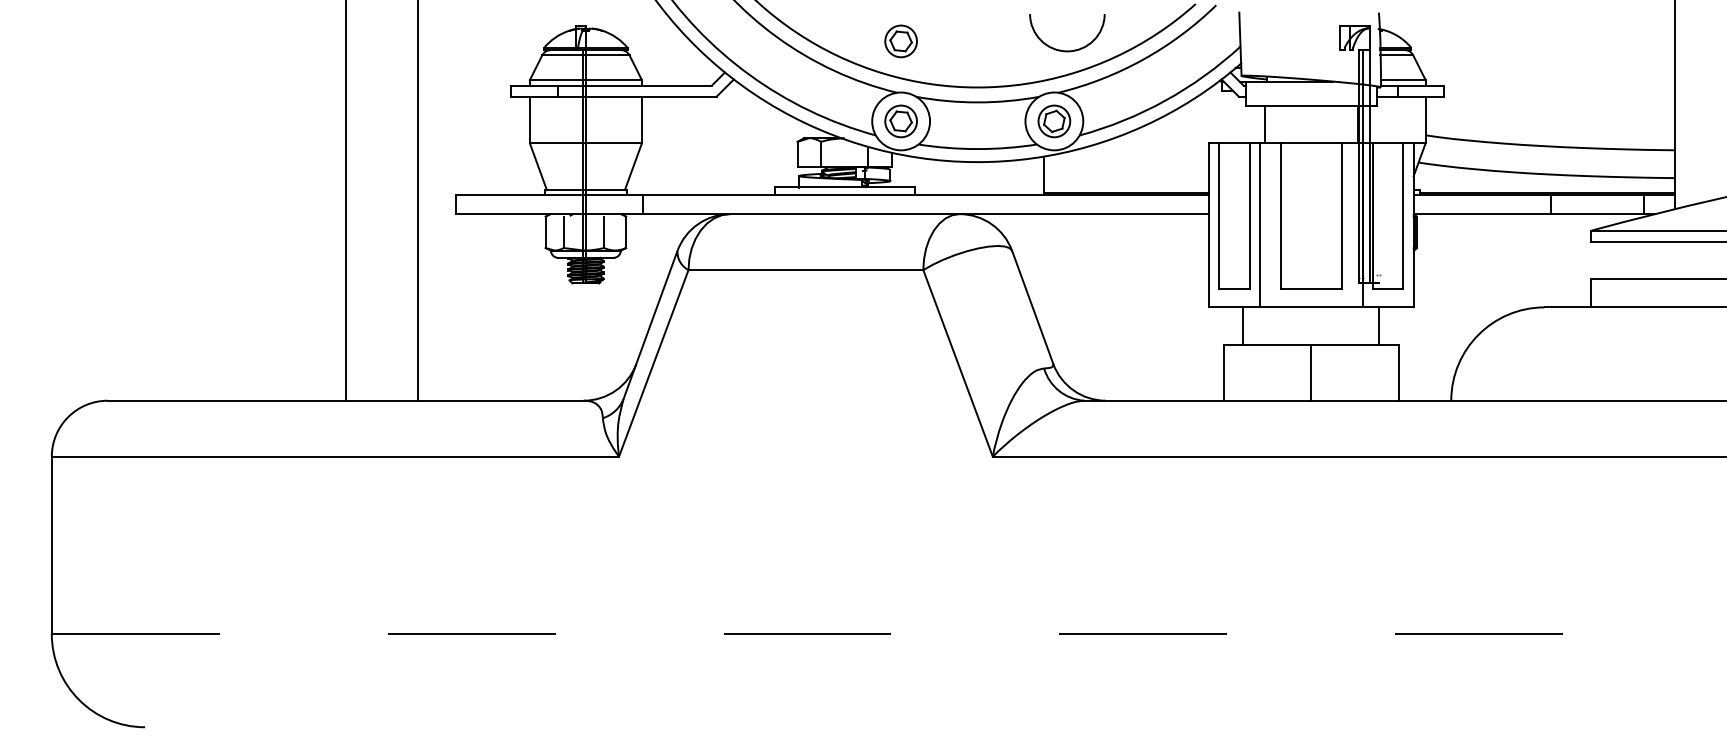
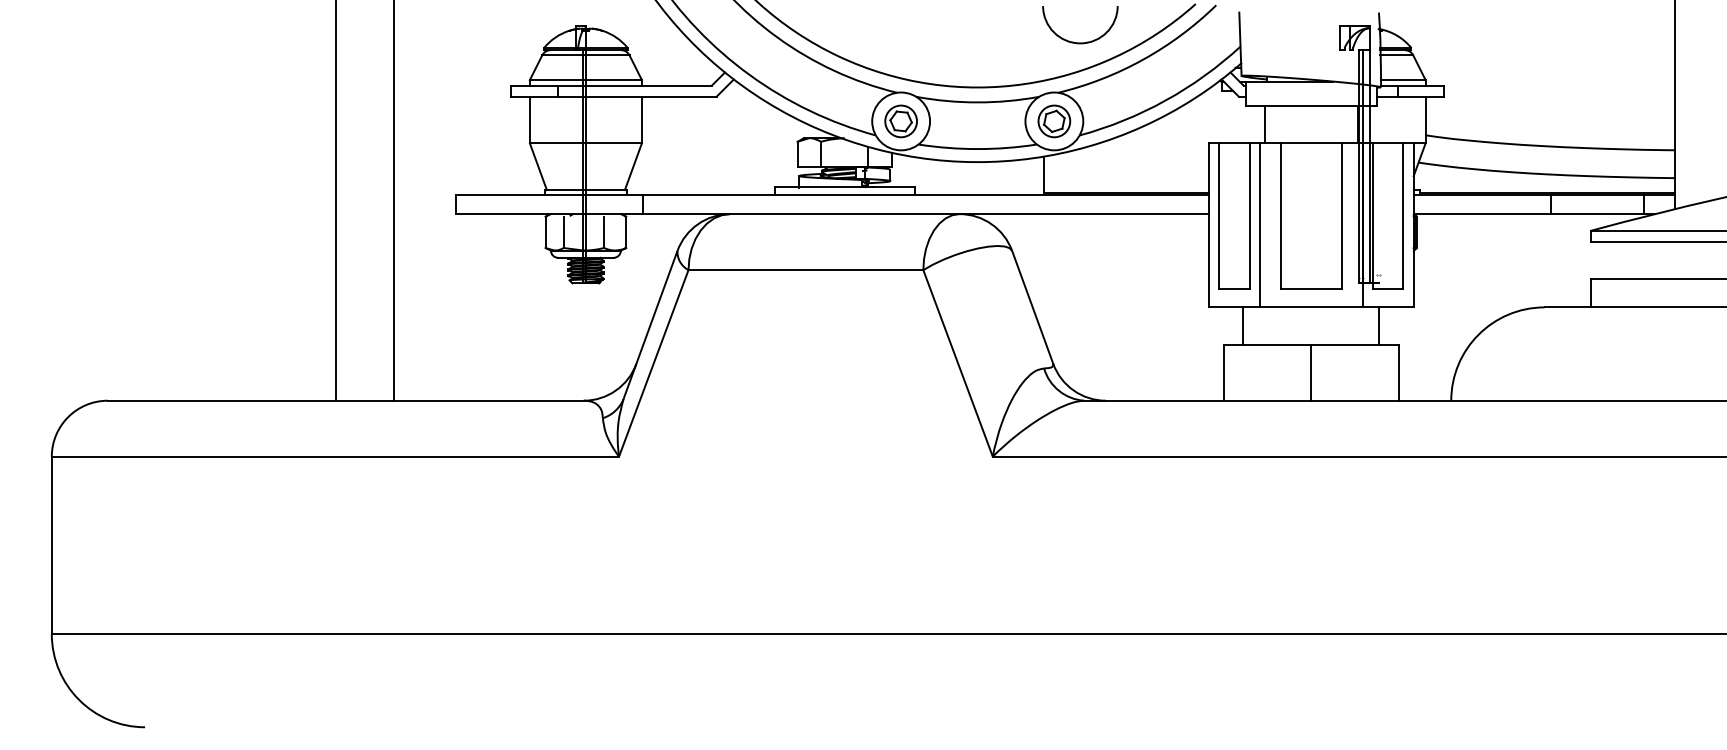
part at (900, 41): present -> none
arc at (1067, 50) position: (1067, 50) -> (1080, 42)
line at (345, 201) position: (345, 201) -> (335, 201)
line at (417, 201) position: (417, 201) -> (393, 201)
line at (889, 633): dashed -> solid
